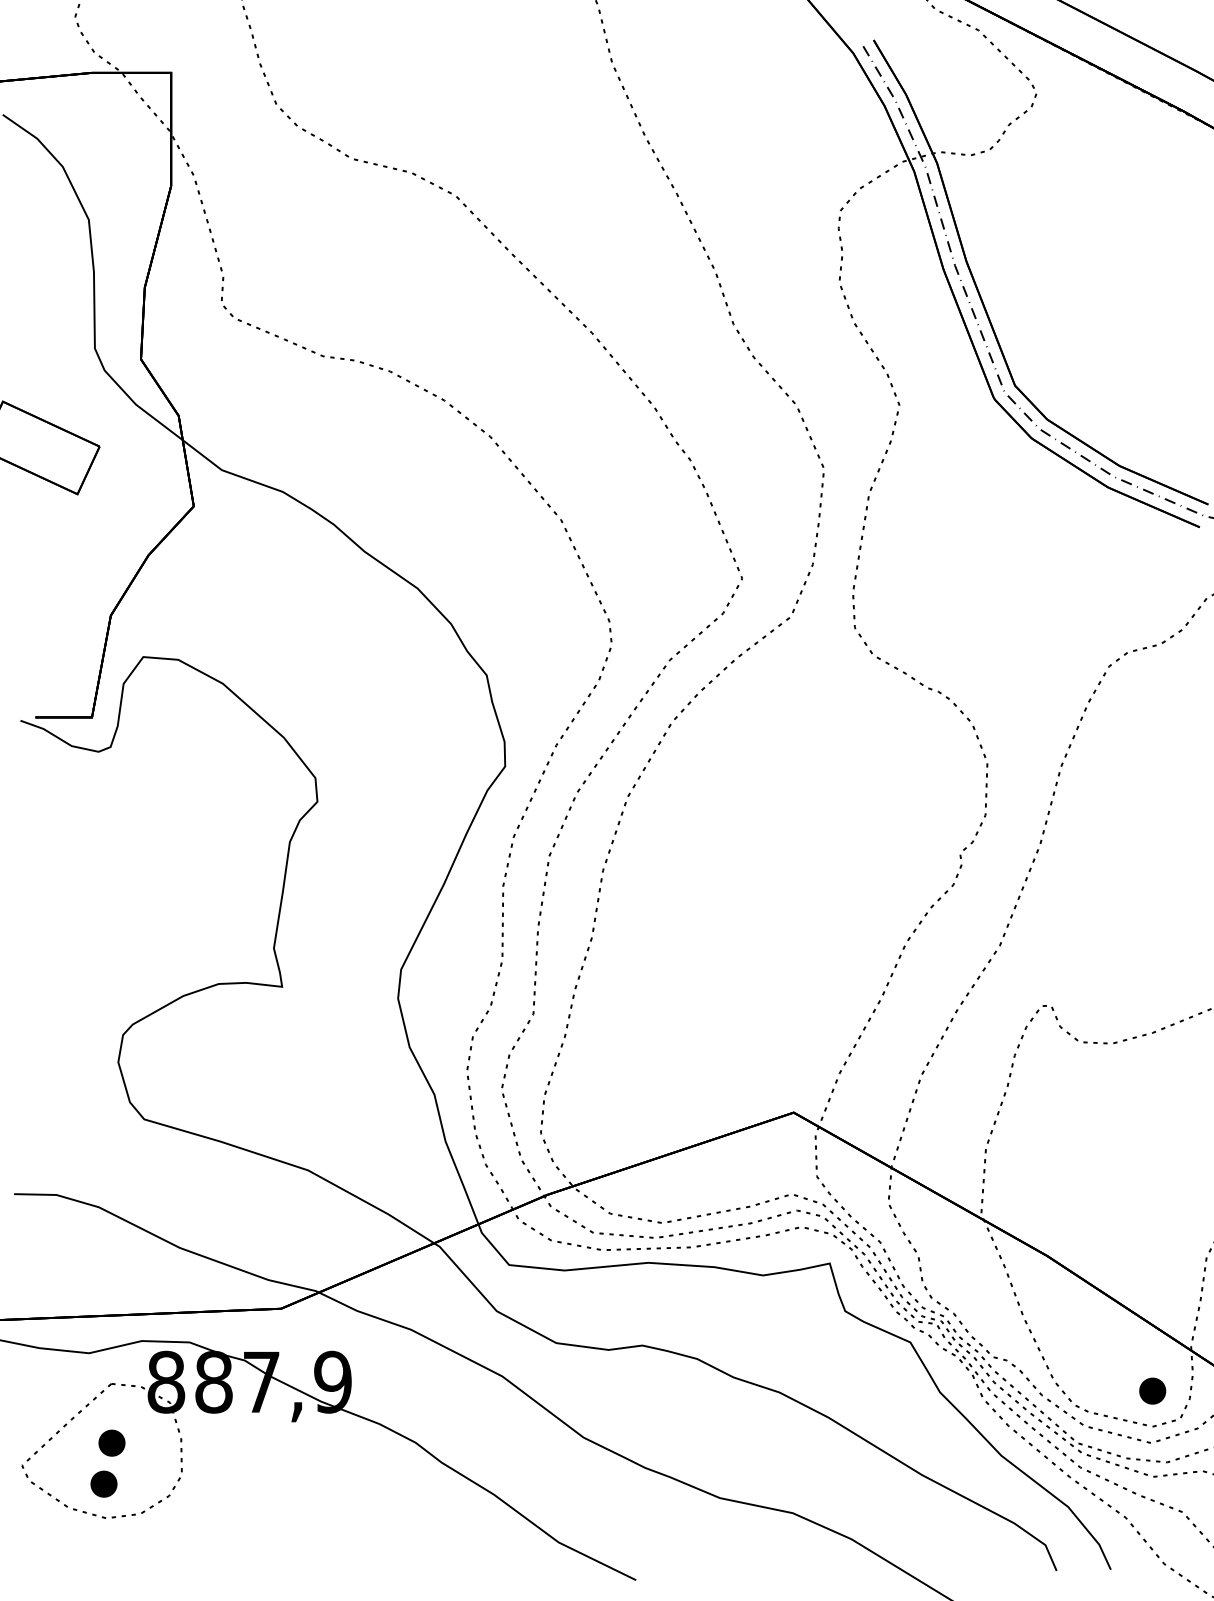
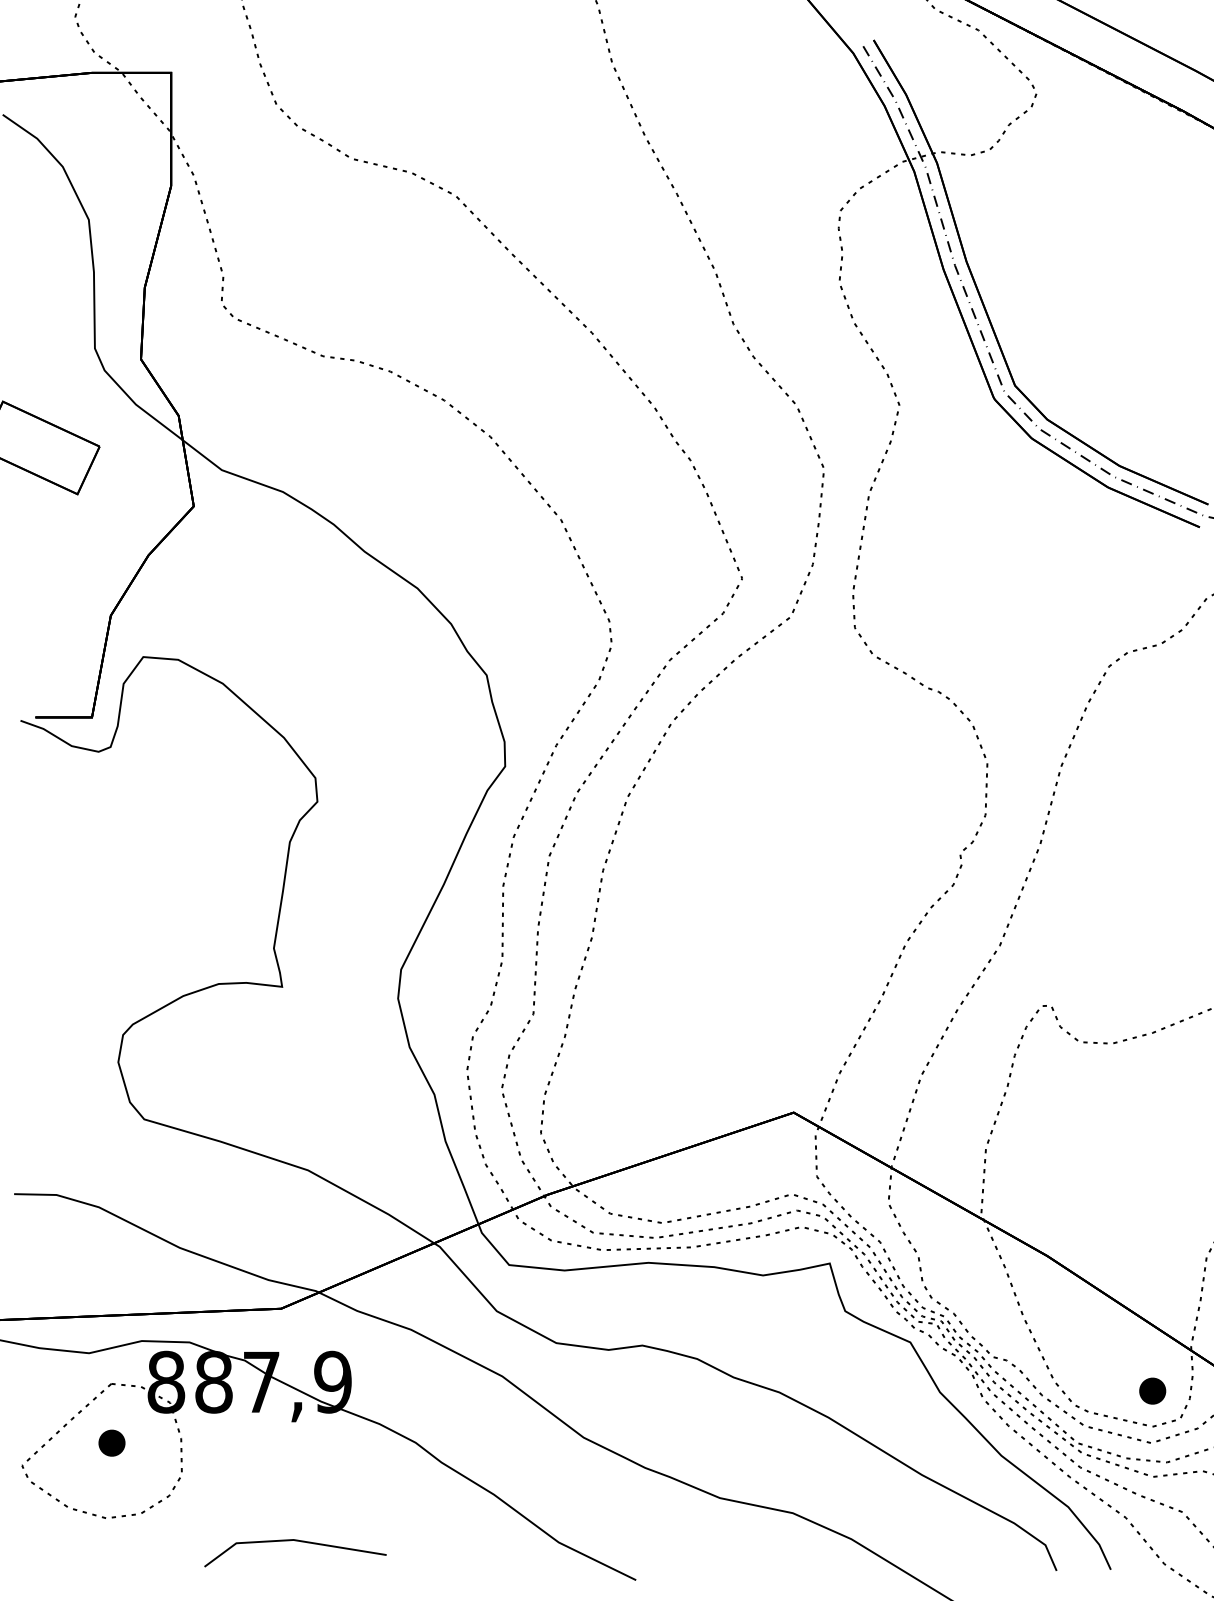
part at (103, 1483): present -> none
line at (295, 1541): none -> present
